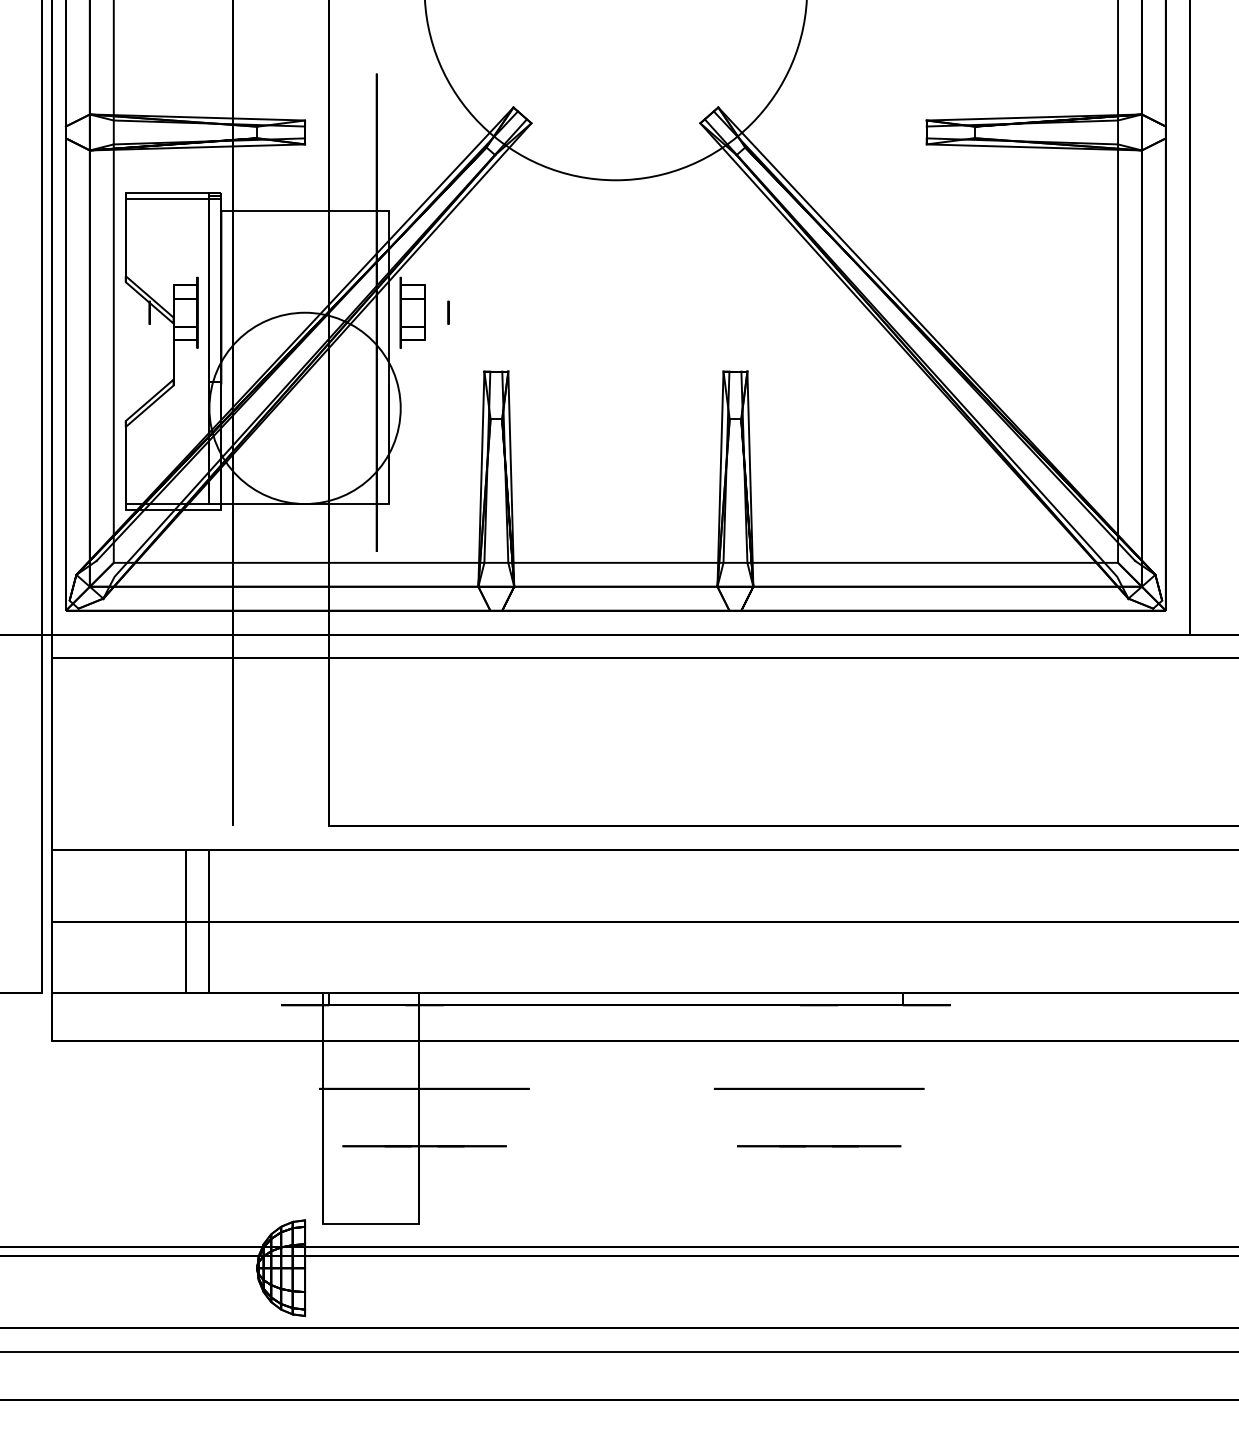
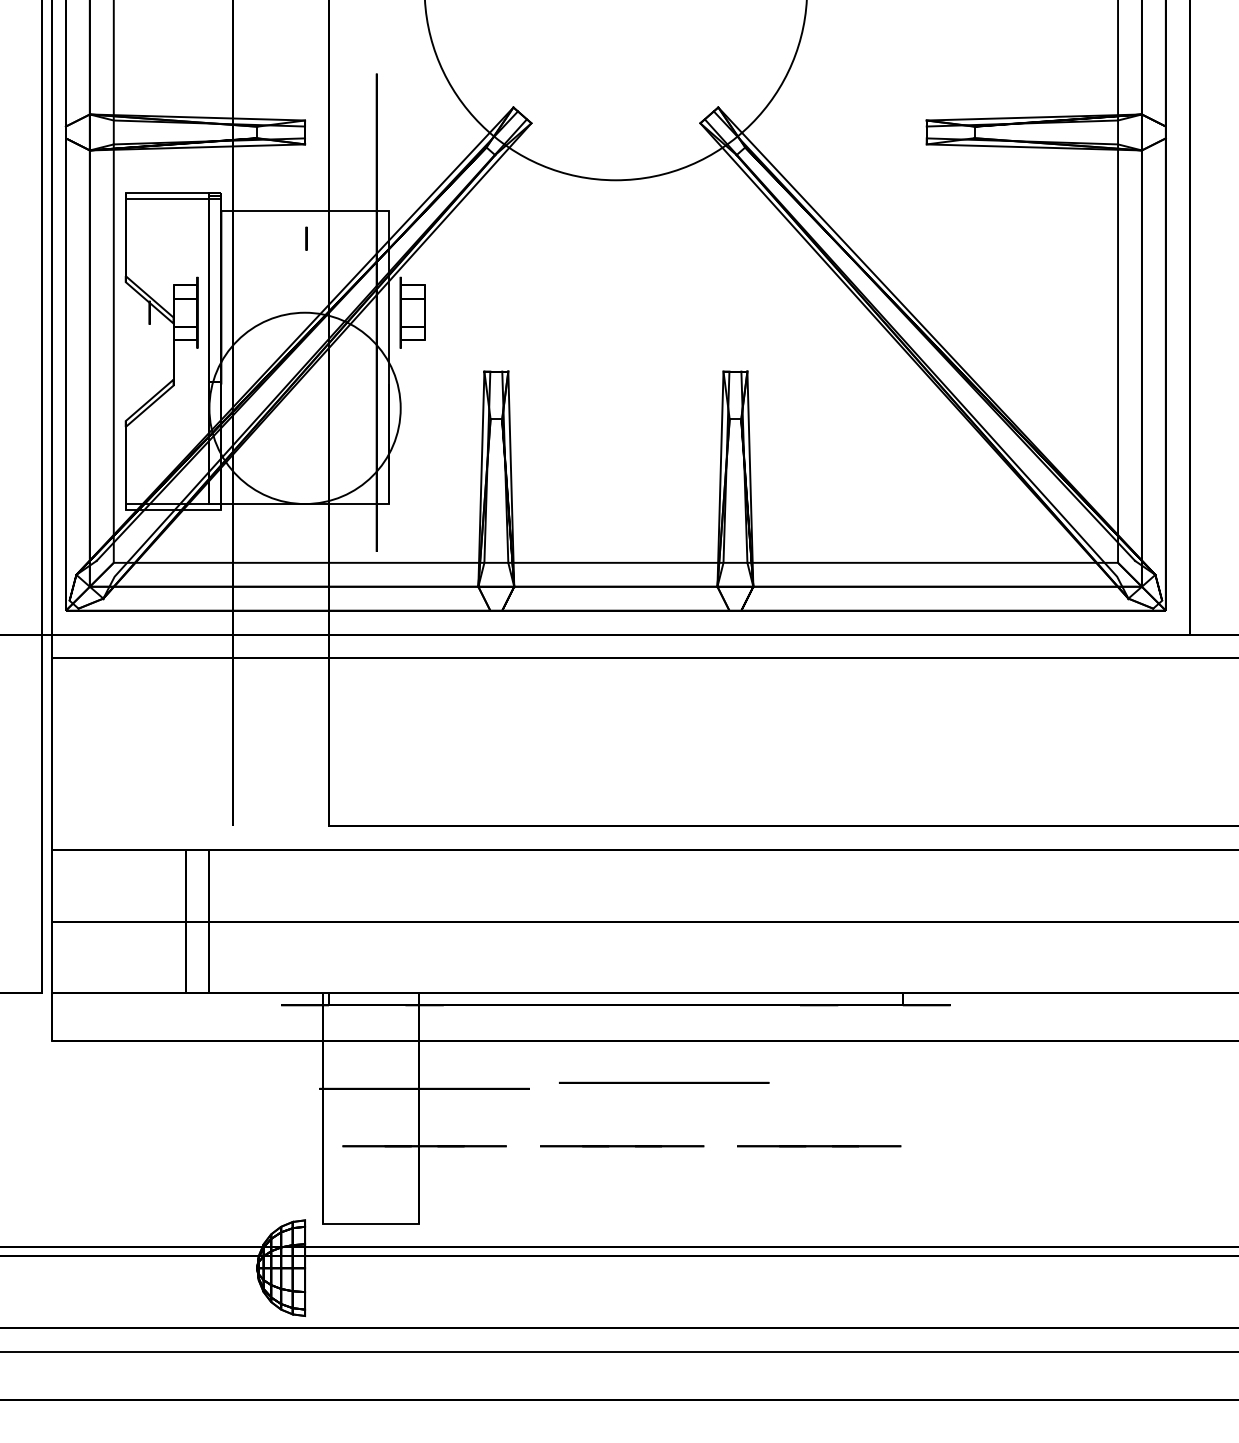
circle at (448, 312) position: (448, 312) -> (306, 238)
circle at (819, 1088) position: (819, 1088) -> (664, 1082)
line at (622, 1146): none -> present
